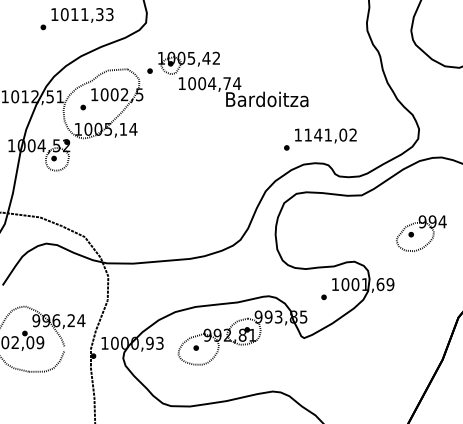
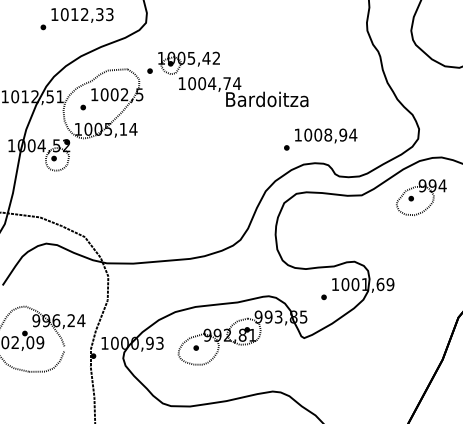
text at (84, 14): 1011,33 -> 1012,33
text at (330, 134): 1141,02 -> 1008,94
part at (421, 233) position: (421, 233) -> (421, 197)
